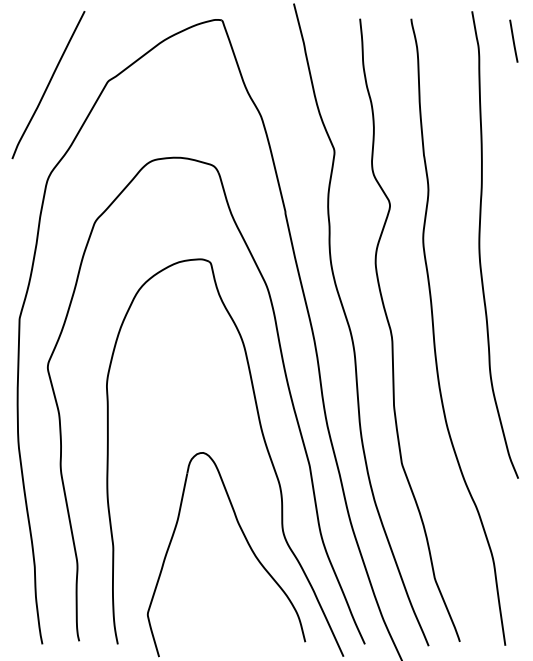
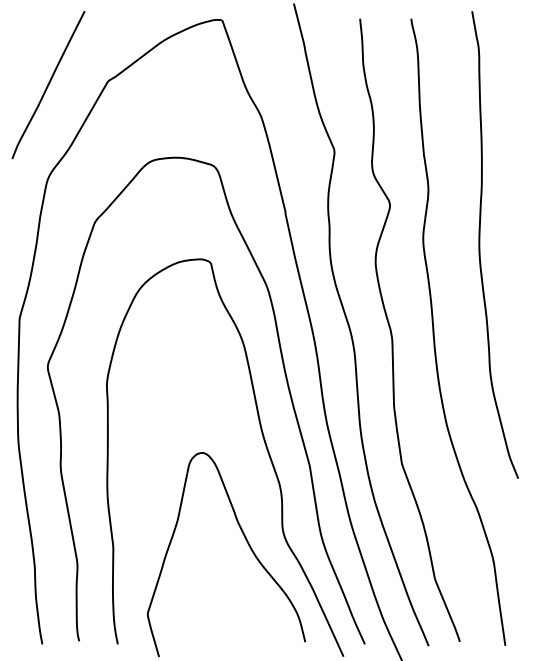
line at (513, 40): present -> none
